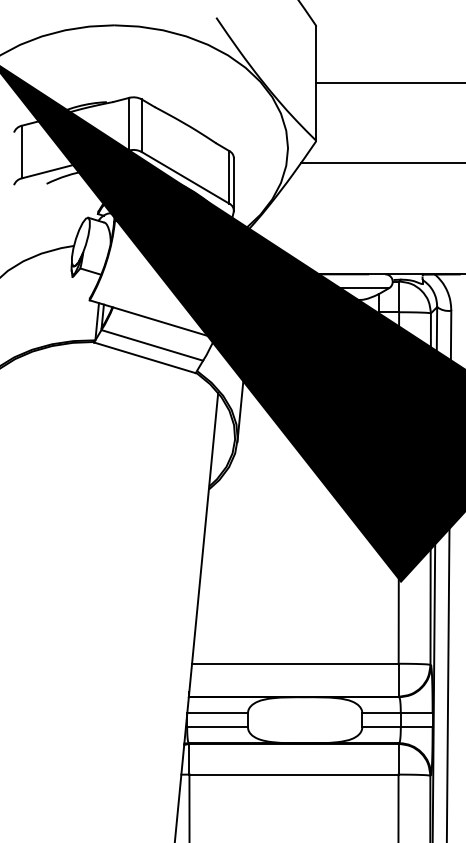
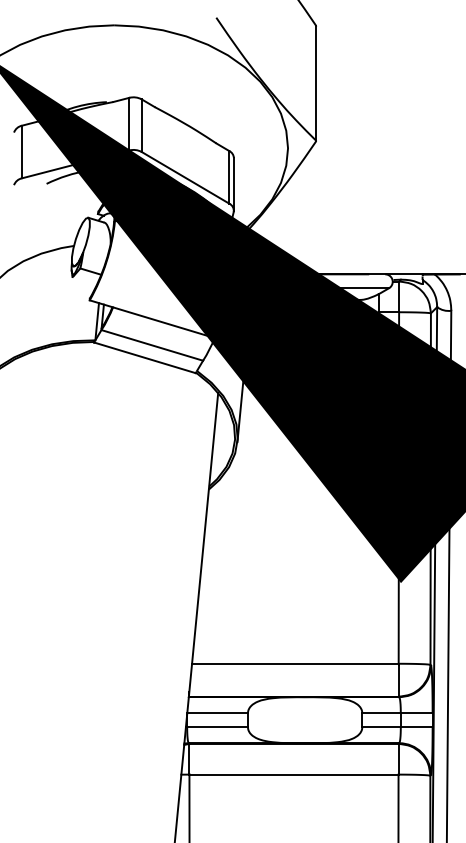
line at (389, 83): present -> none
line at (381, 162): present -> none
